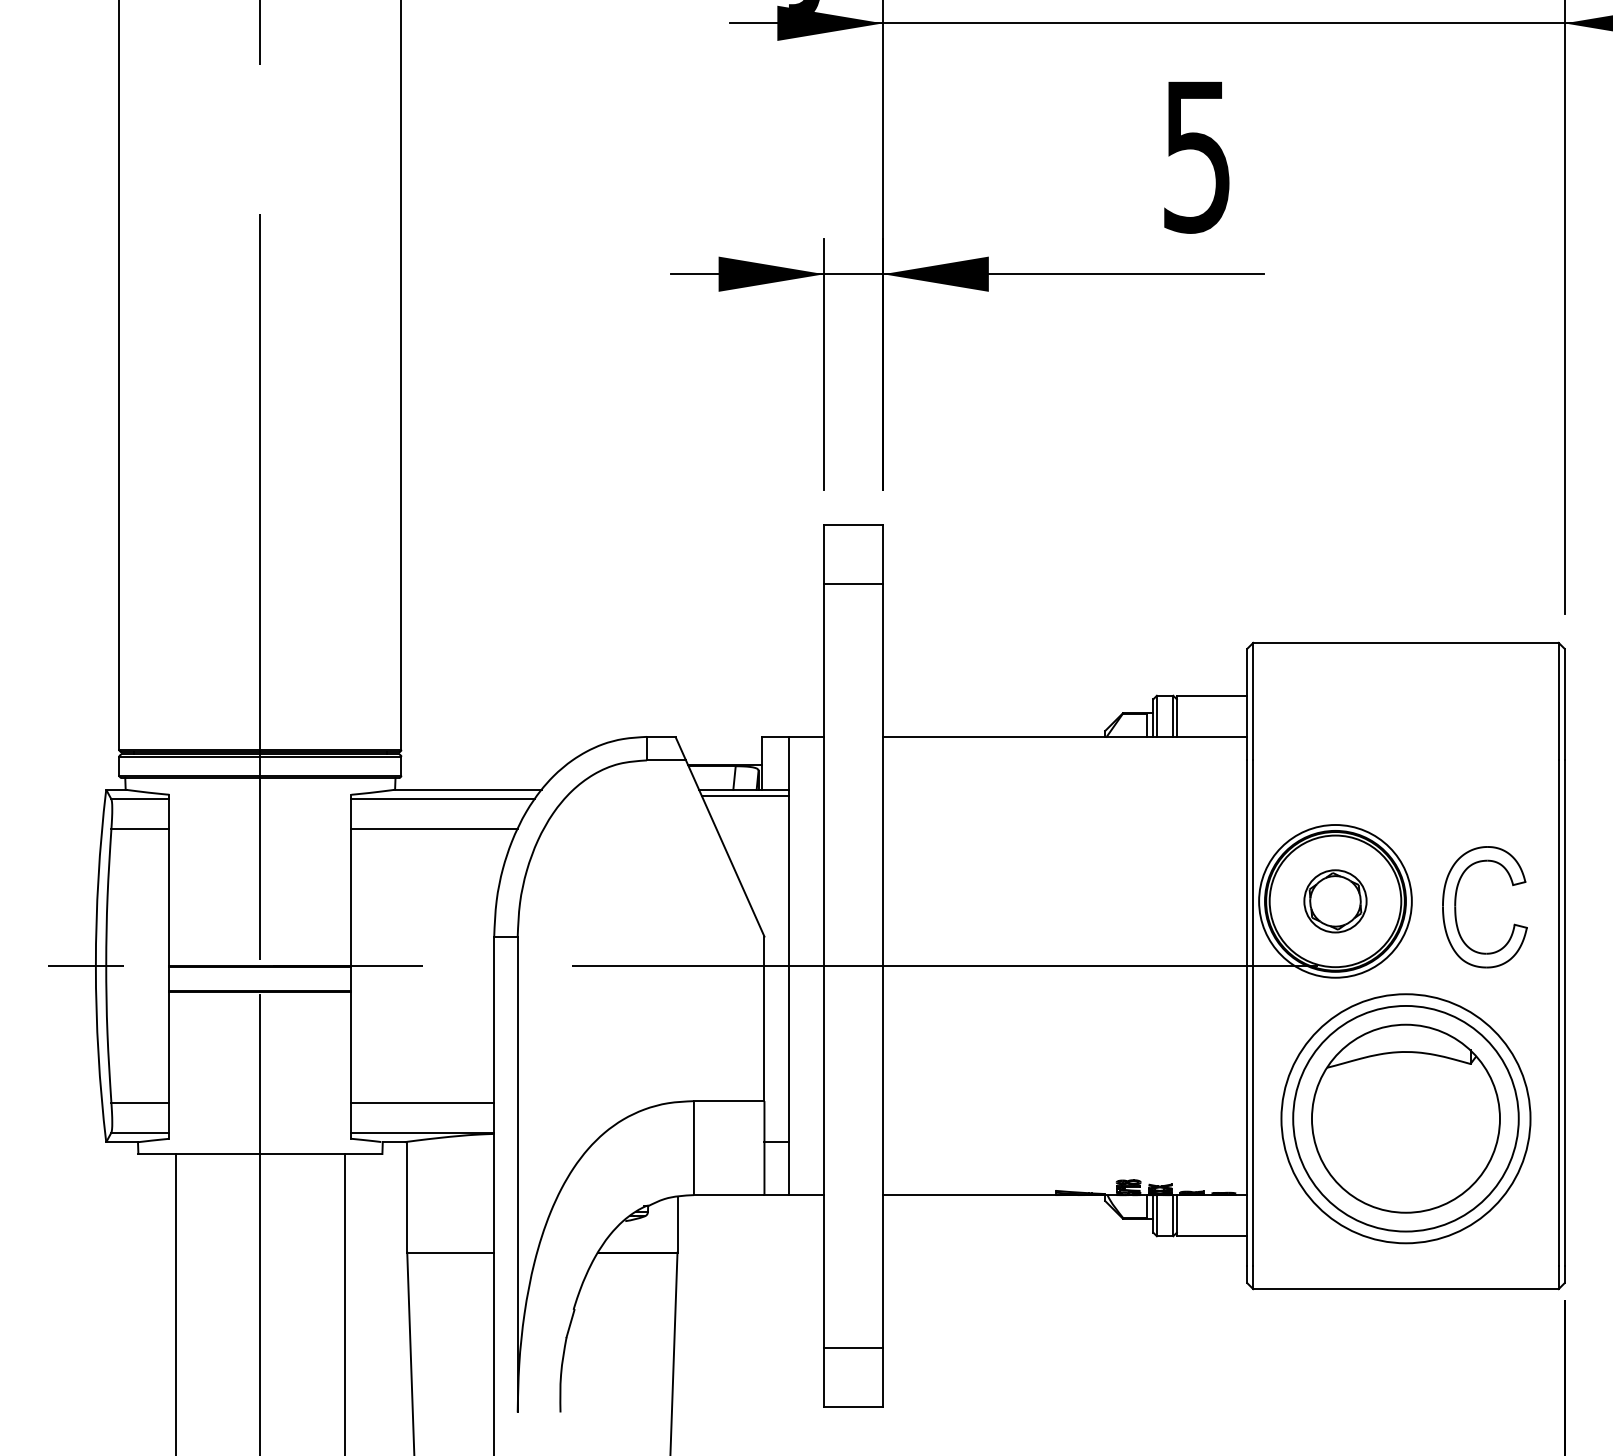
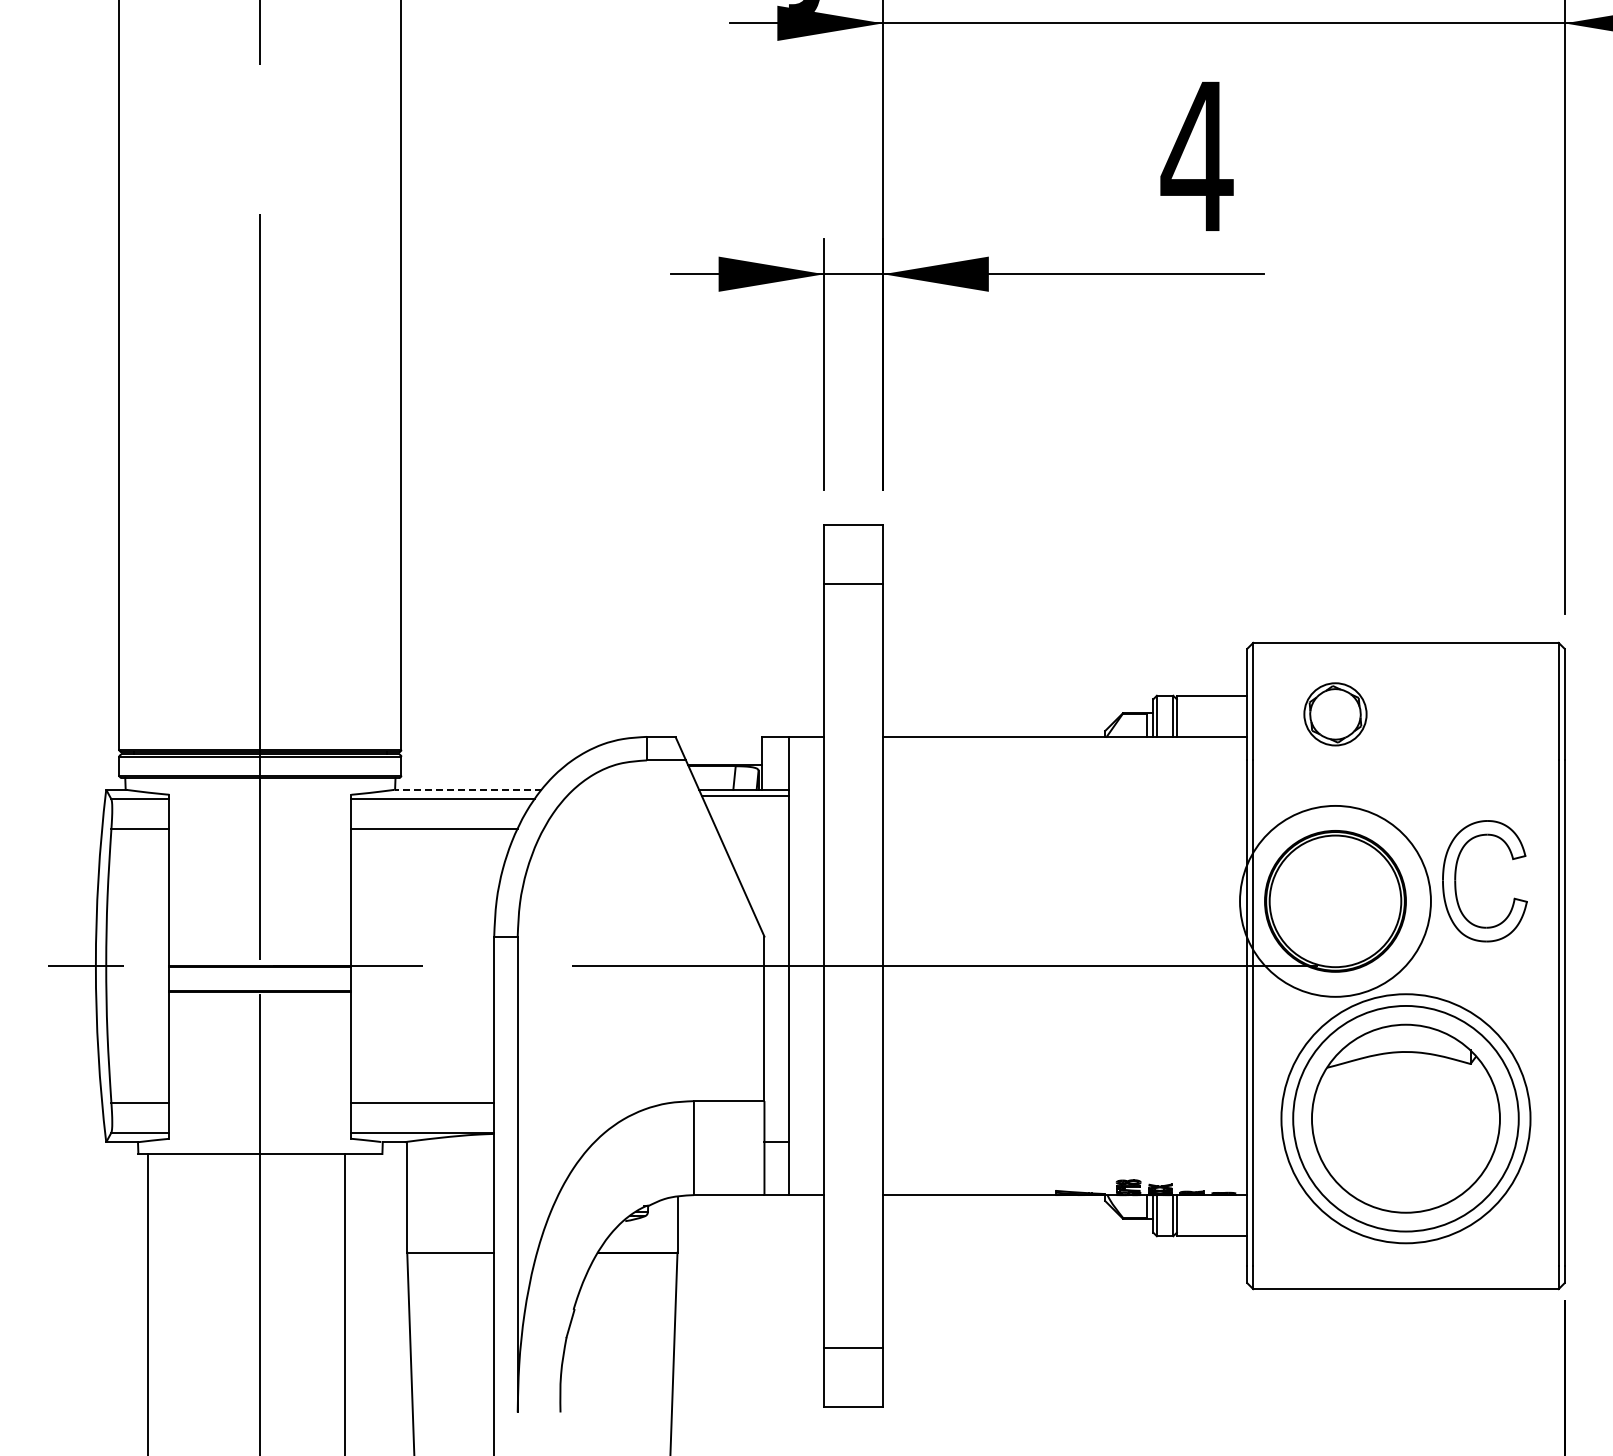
text at (1196, 157): 5 -> 4
line at (467, 789): solid -> dashed
circle at (1335, 901) diameter: 153 px -> 191 px
part at (1335, 901) position: (1335, 901) -> (1335, 714)
part at (1456, 907) position: (1456, 907) -> (1456, 881)
line at (175, 1303) position: (175, 1303) -> (147, 1303)
